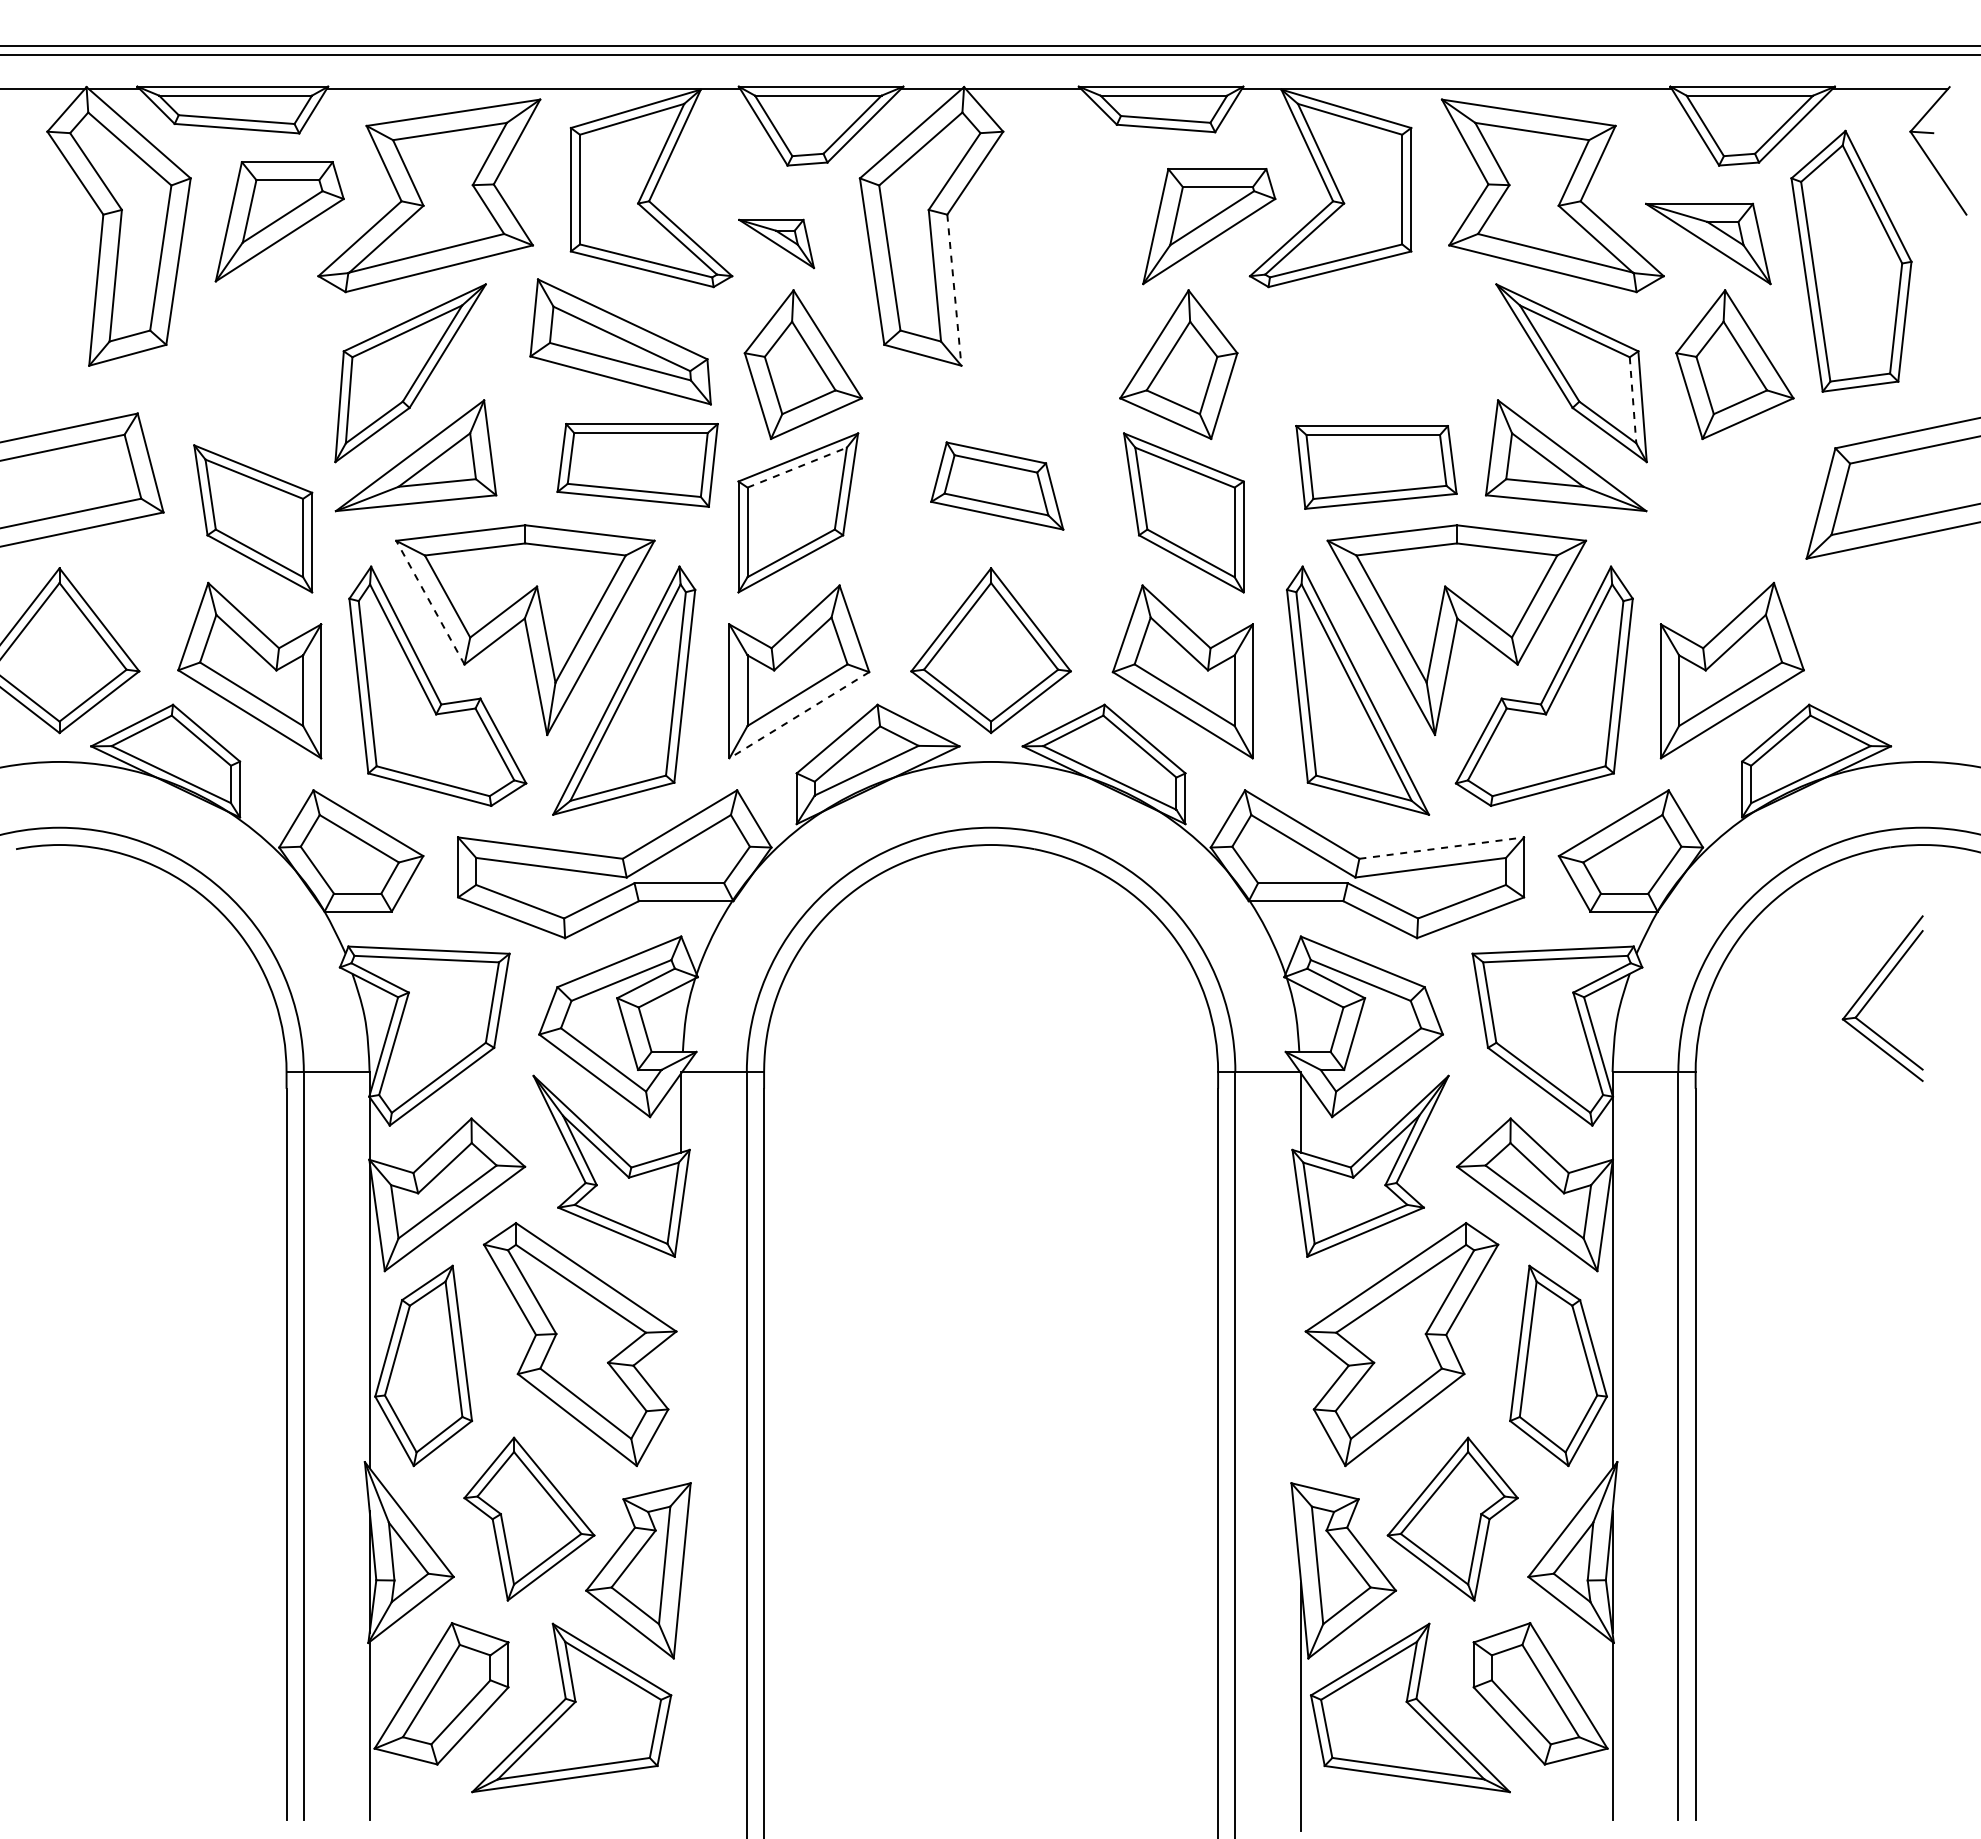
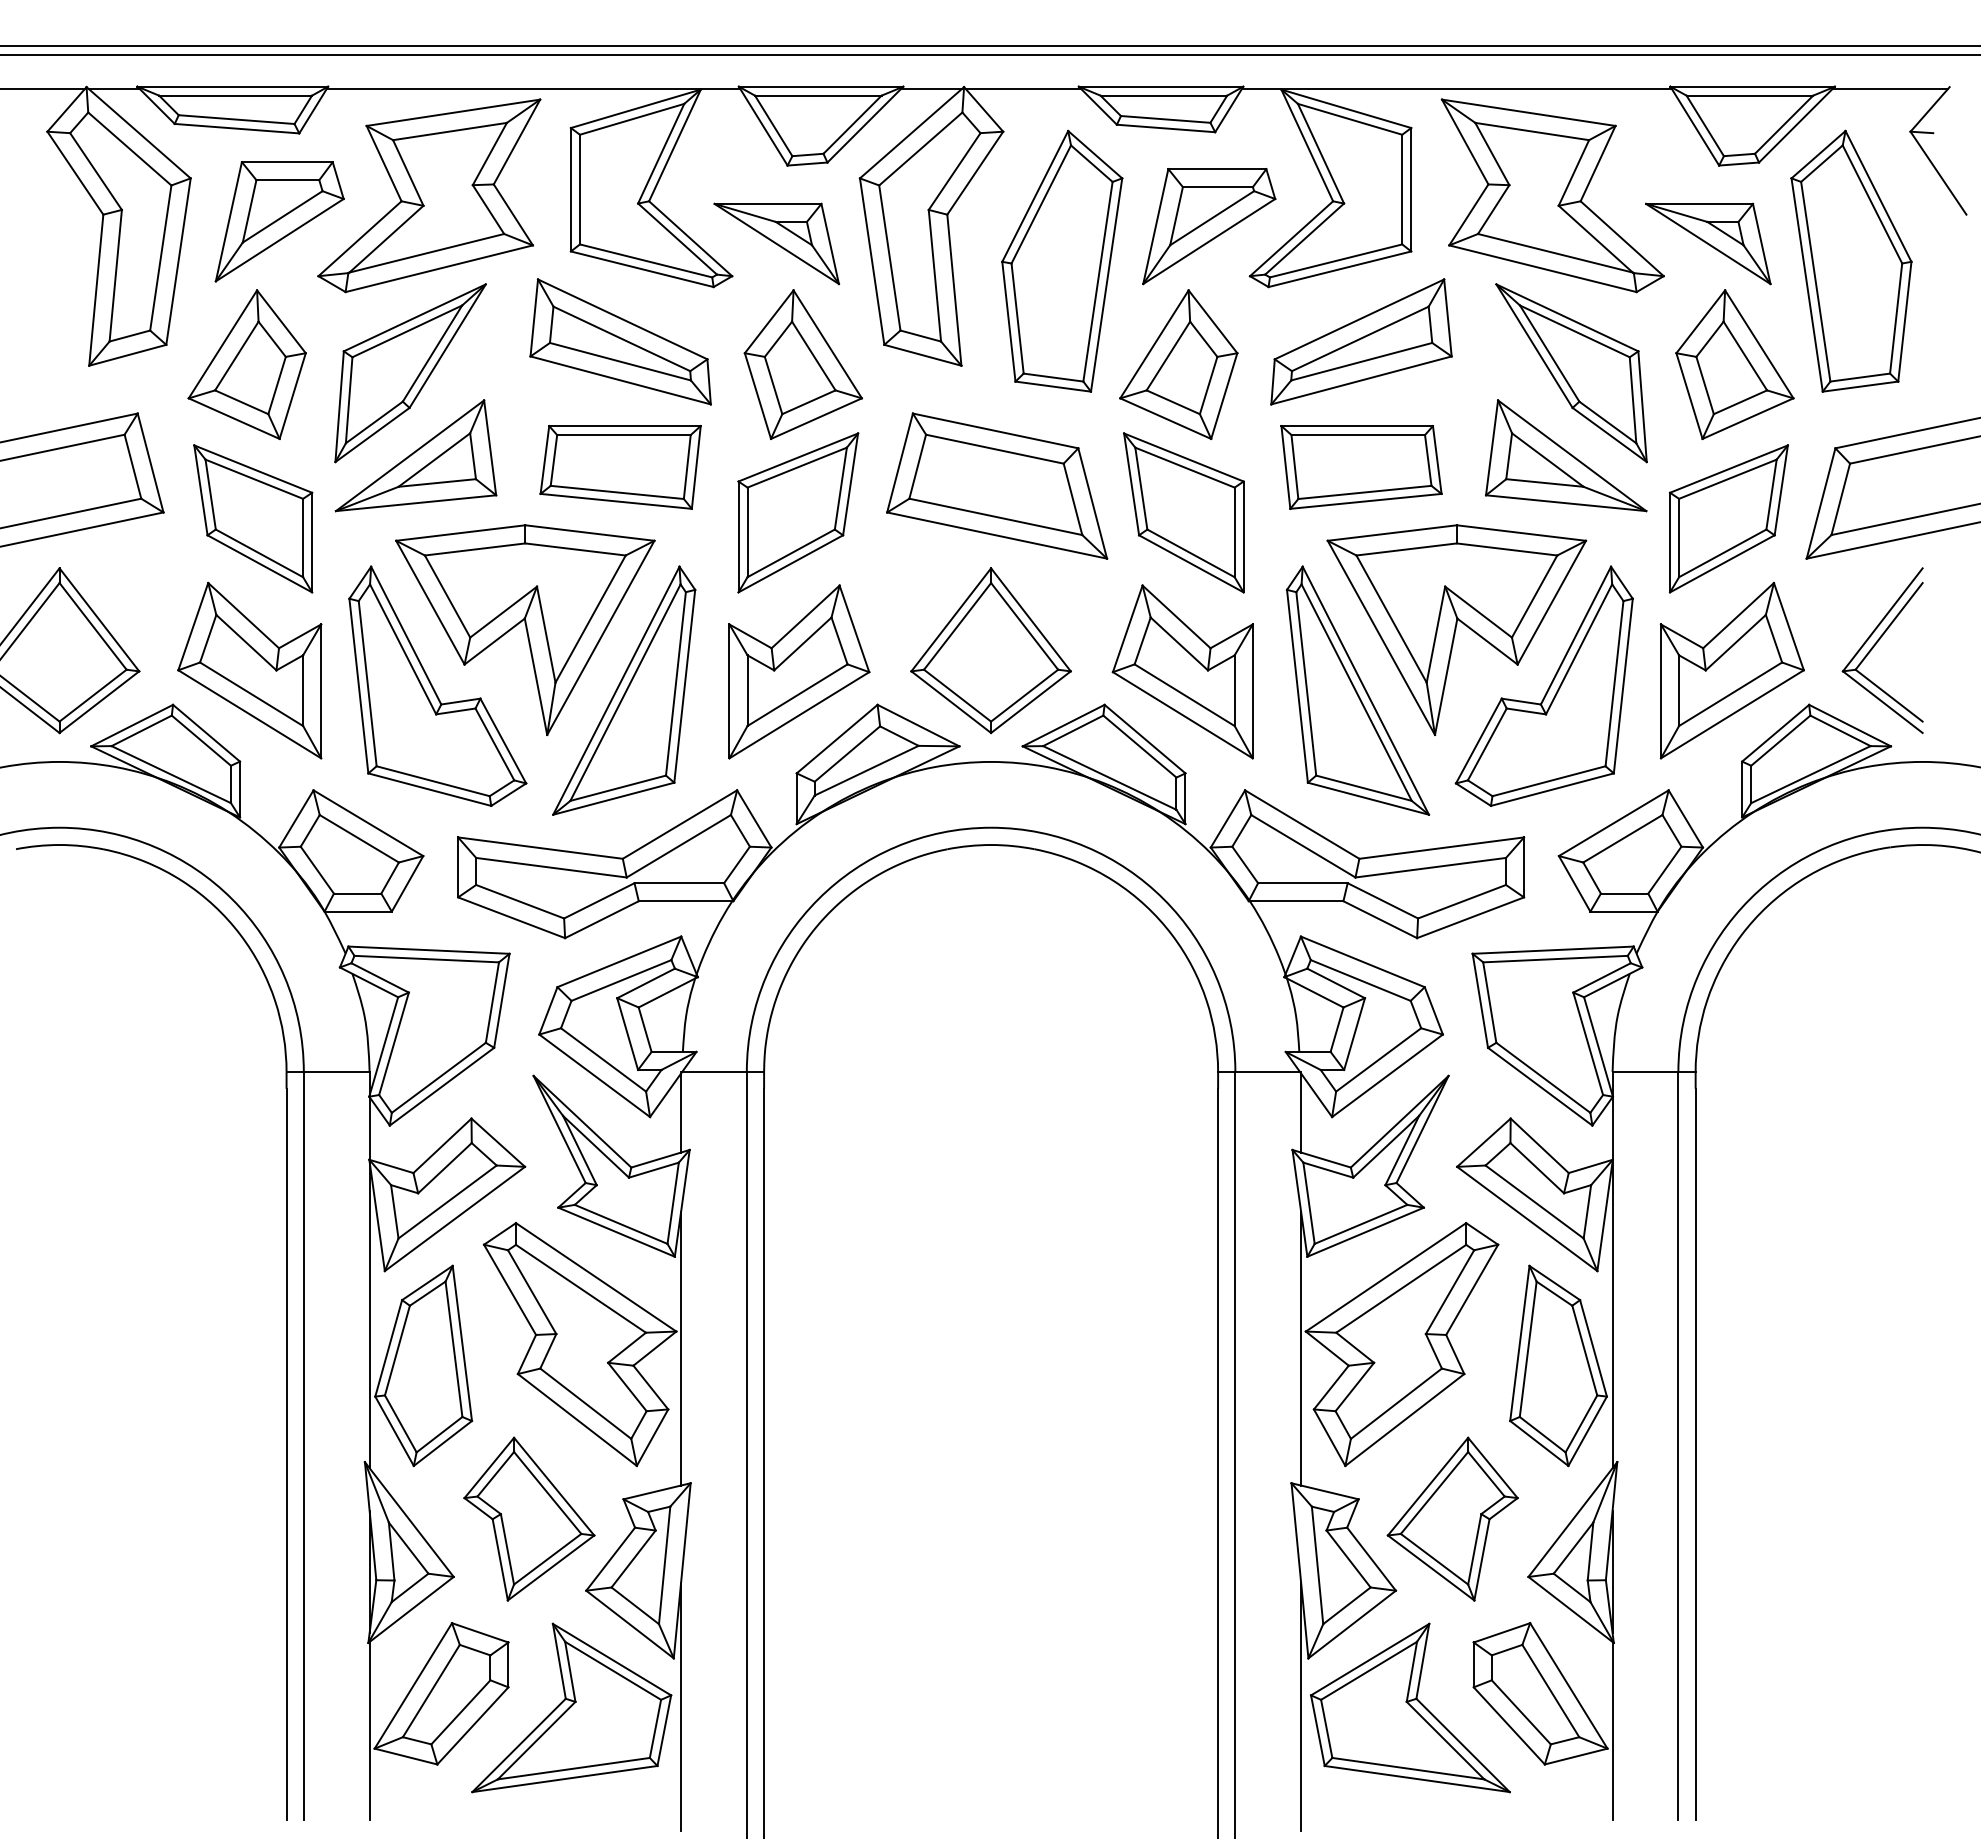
part at (776, 243) size: 78x52 px -> 127x84 px
part at (1062, 260): none -> present
line at (954, 290): dashed -> solid
part at (1361, 341): none -> present
part at (246, 364): none -> present
line at (1633, 400): dashed -> solid
part at (637, 465) position: (637, 465) -> (620, 467)
line at (797, 467): dashed -> solid
part at (1376, 467) position: (1376, 467) -> (1361, 467)
part at (997, 485) size: 135x90 px -> 223x148 px
part at (1728, 518): none -> present
line at (430, 602): dashed -> solid
line at (798, 715): dashed -> solid
line at (1442, 848): dashed -> solid
part at (1876, 992) position: (1876, 992) -> (1876, 644)
line at (681, 1348): none -> present
line at (1301, 1348): none -> present
line at (681, 1707): none -> present
